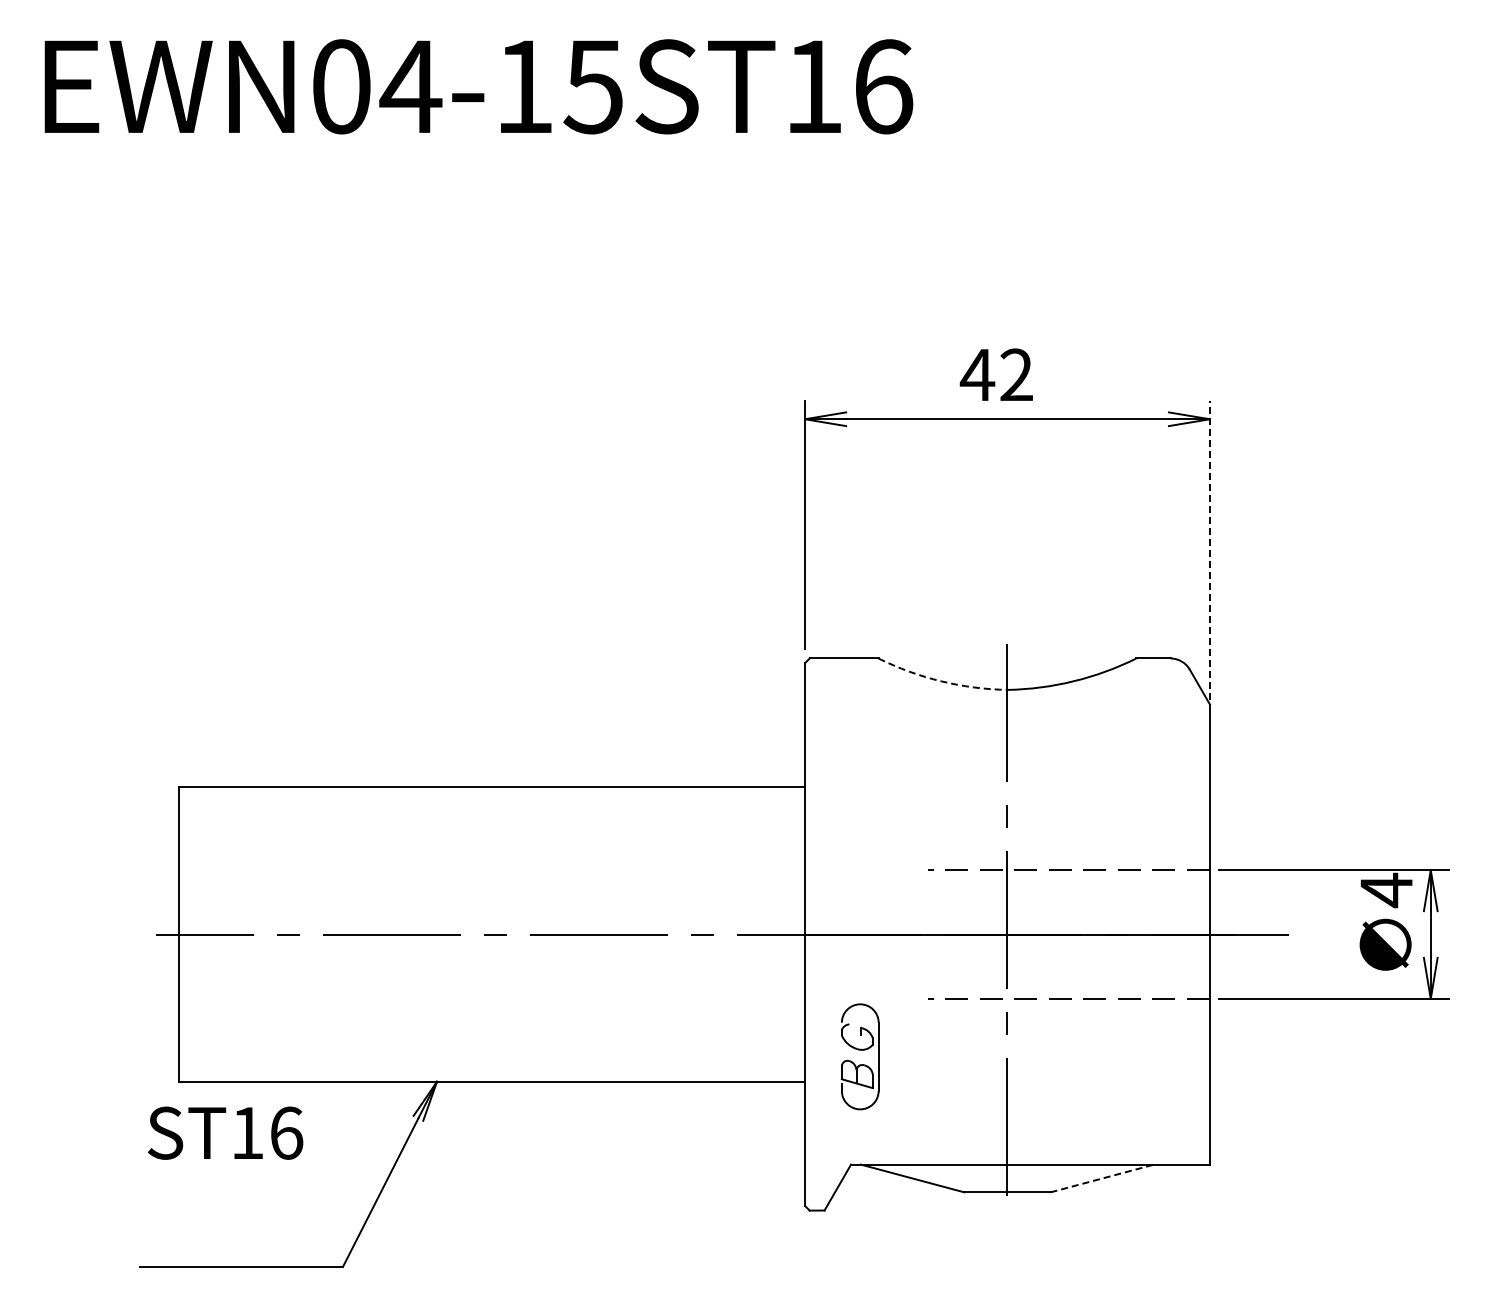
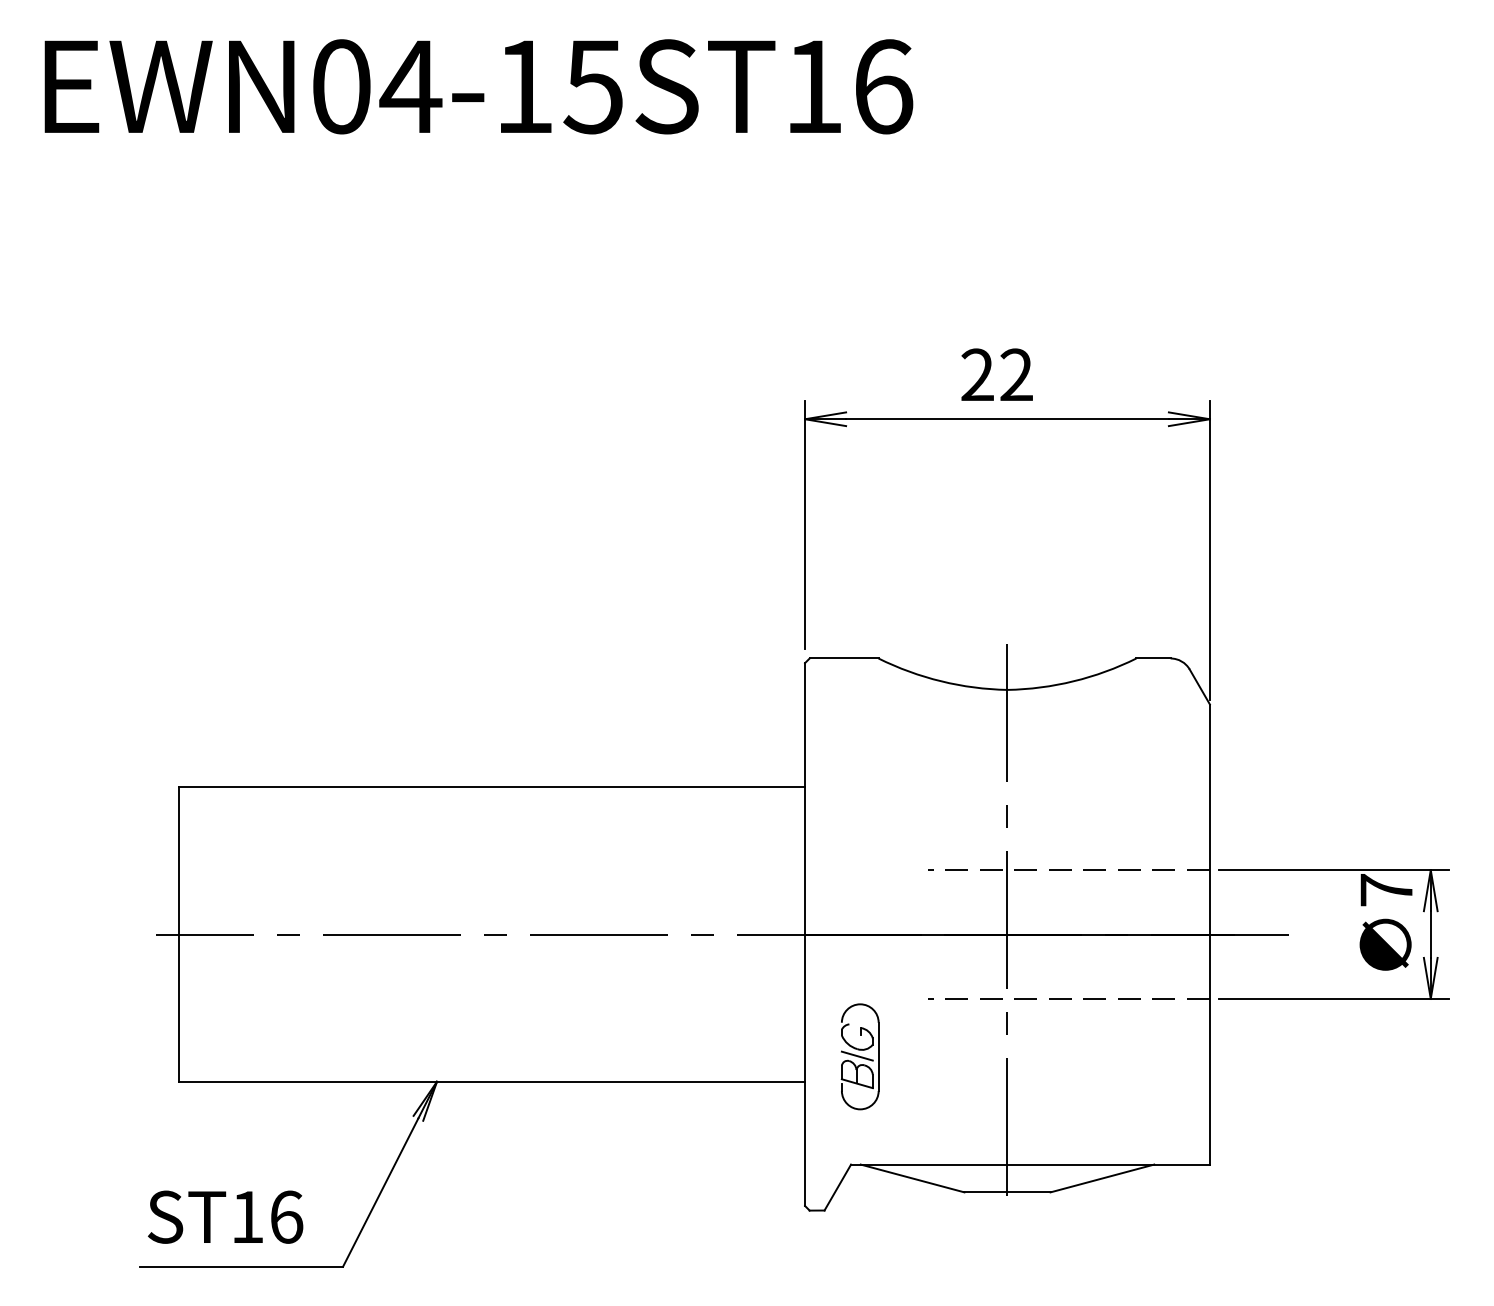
text at (977, 374): 42 -> 22
line at (1209, 549): dashed -> solid
arc at (941, 681): dashed -> solid
text at (1386, 890): 4 -> 7
line at (856, 1055): none -> present
text at (225, 1132) position: (225, 1132) -> (225, 1216)
line at (1102, 1178): dashed -> solid
